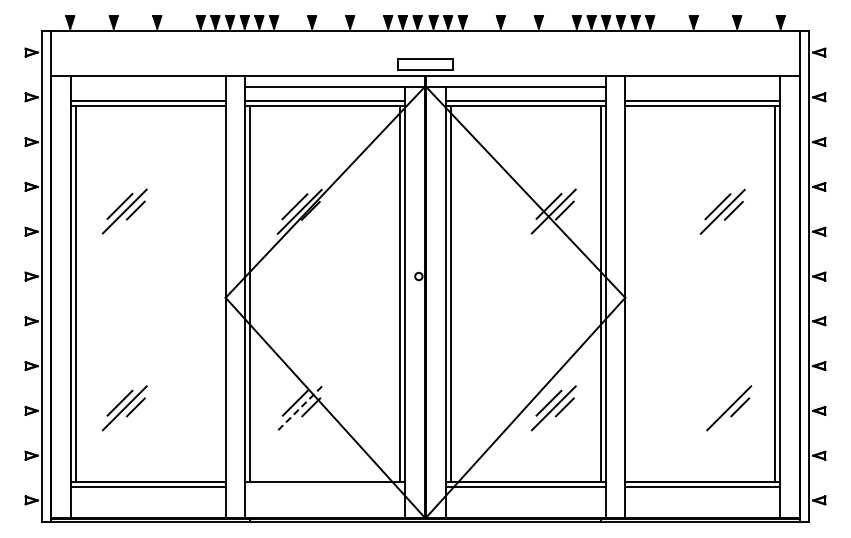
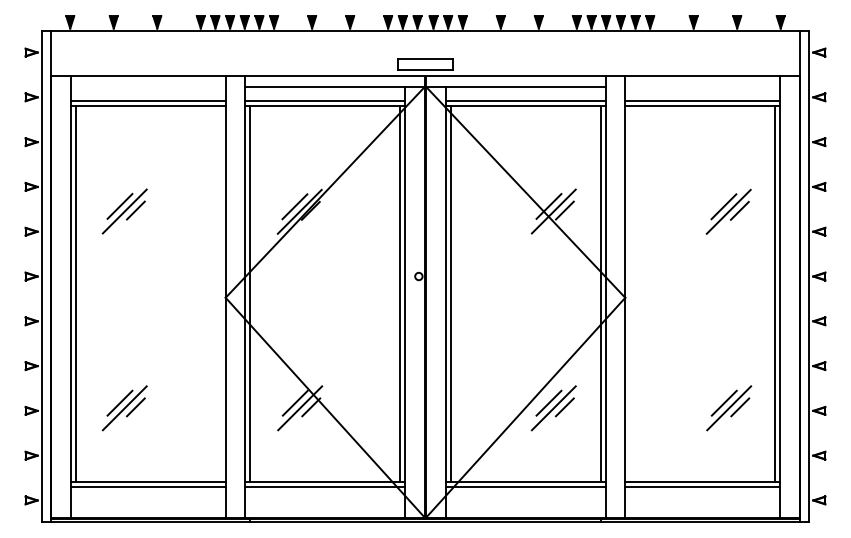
part at (722, 211) position: (722, 211) -> (728, 211)
line at (723, 402): none -> present
line at (299, 408): dashed -> solid
line at (324, 487): none -> present
